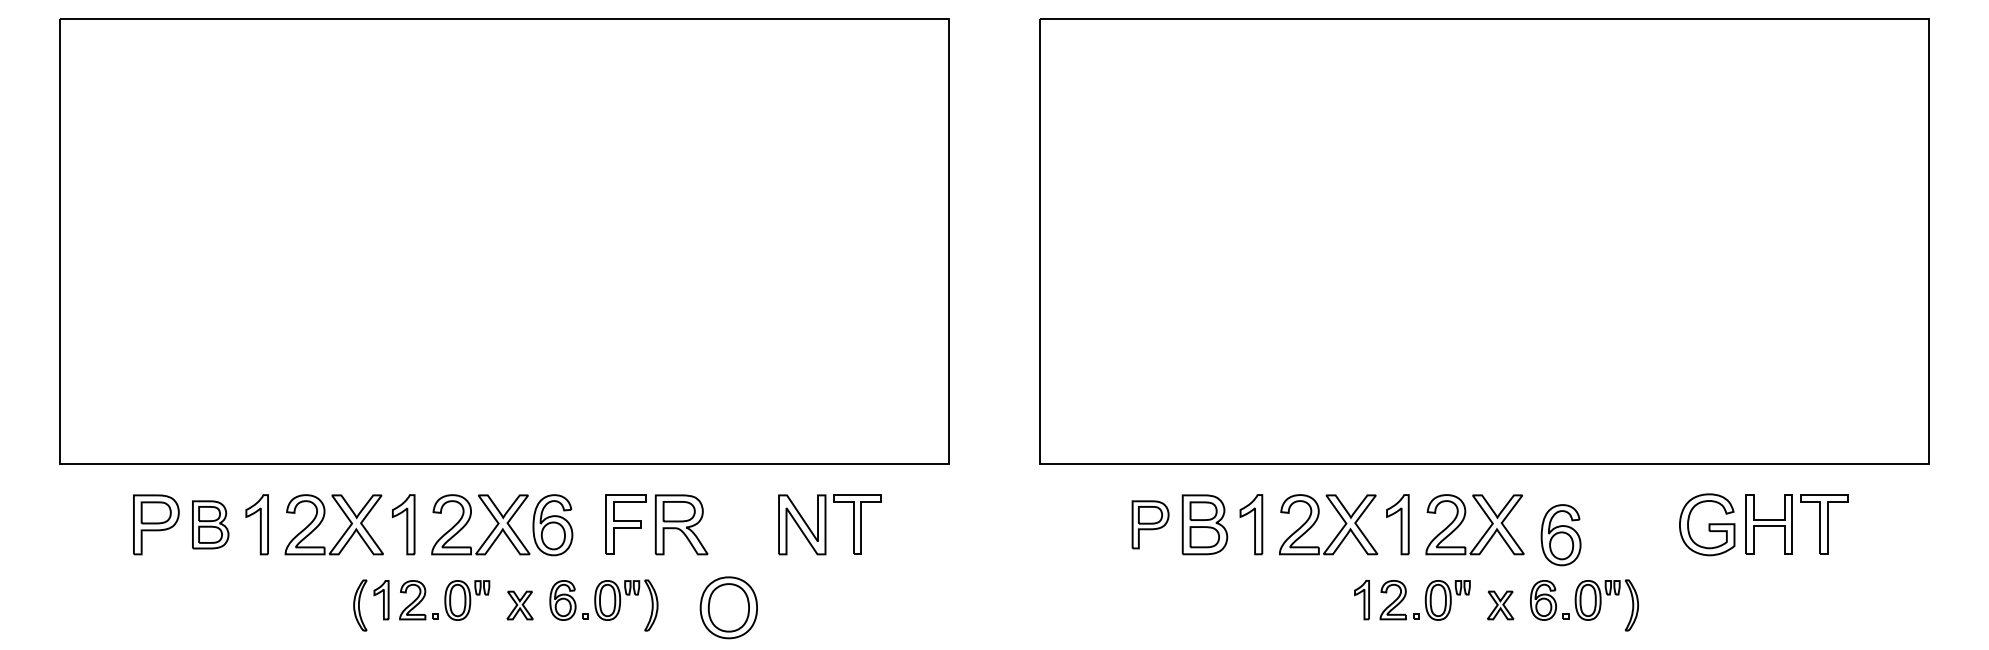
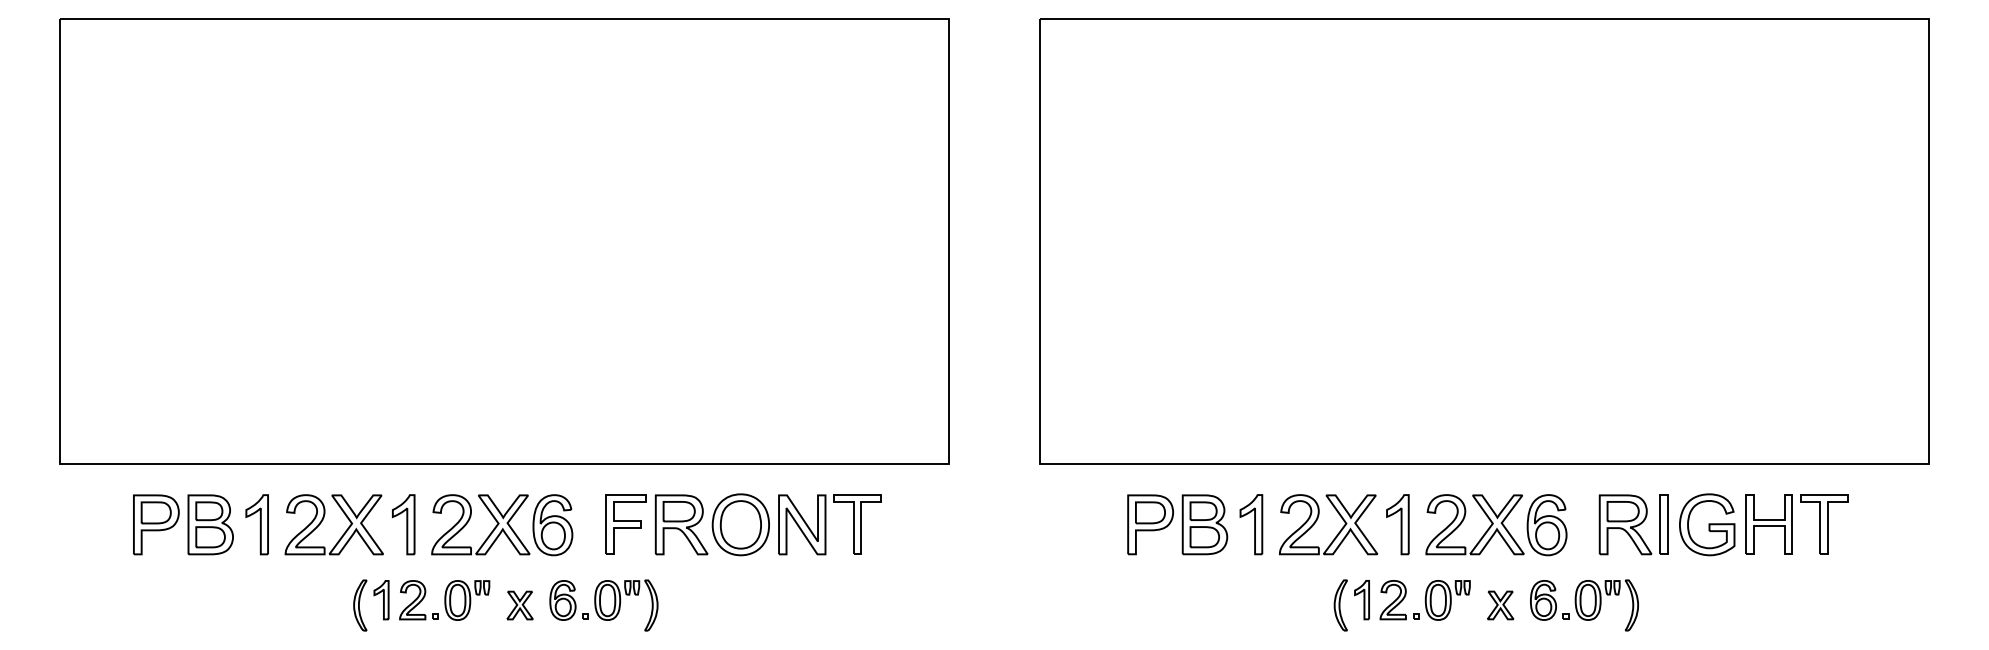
part at (210, 524) size: 38x50 px -> 47x62 px
part at (1150, 524) size: 39x50 px -> 47x62 px
part at (1633, 524): none -> present
part at (1560, 535) position: (1560, 535) -> (1546, 525)
part at (1340, 605): none -> present
part at (728, 607) position: (728, 607) -> (740, 524)
